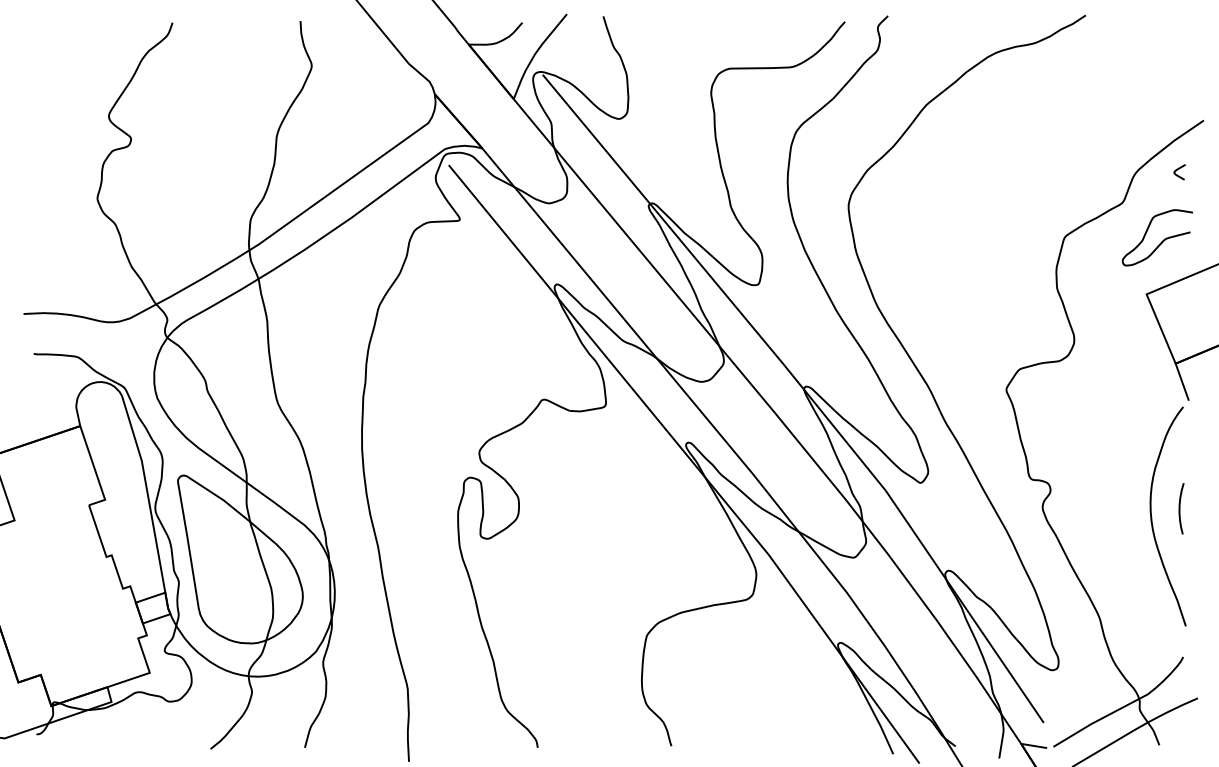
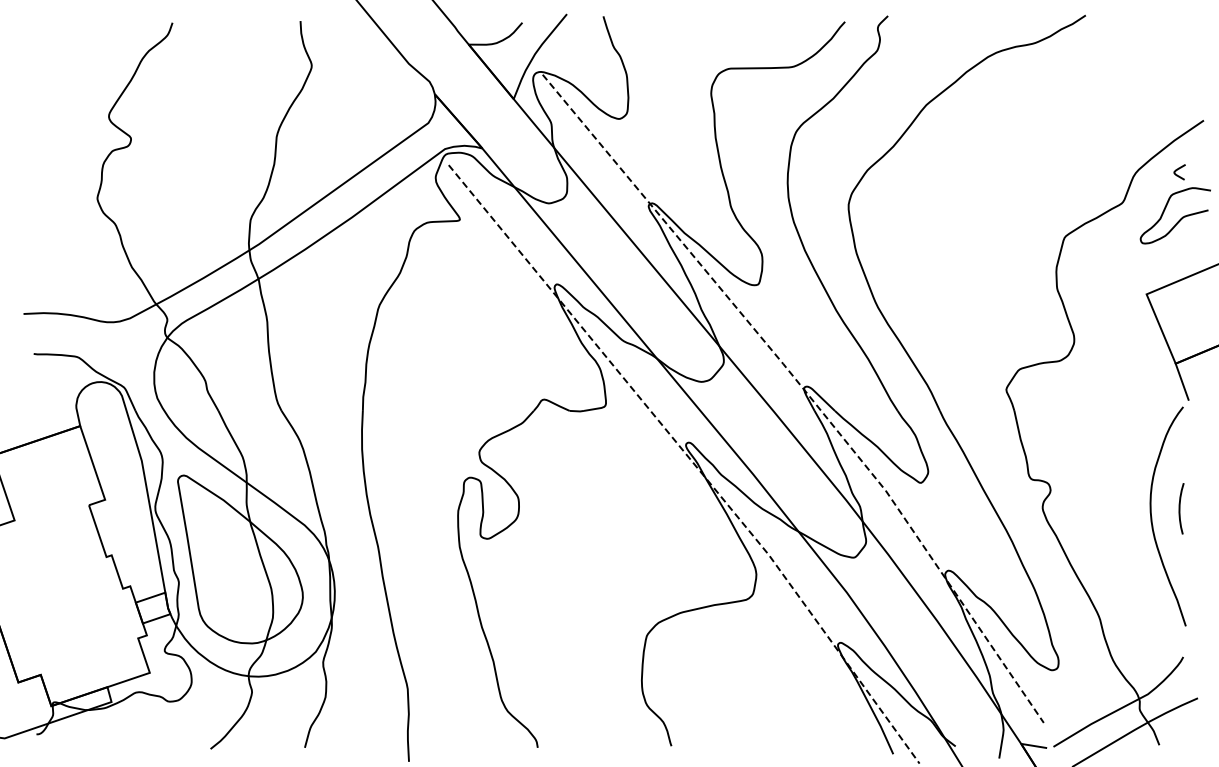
curve at (1161, 241) position: (1161, 241) -> (1179, 219)
line at (804, 390): solid -> dashed
line at (690, 459): solid -> dashed
